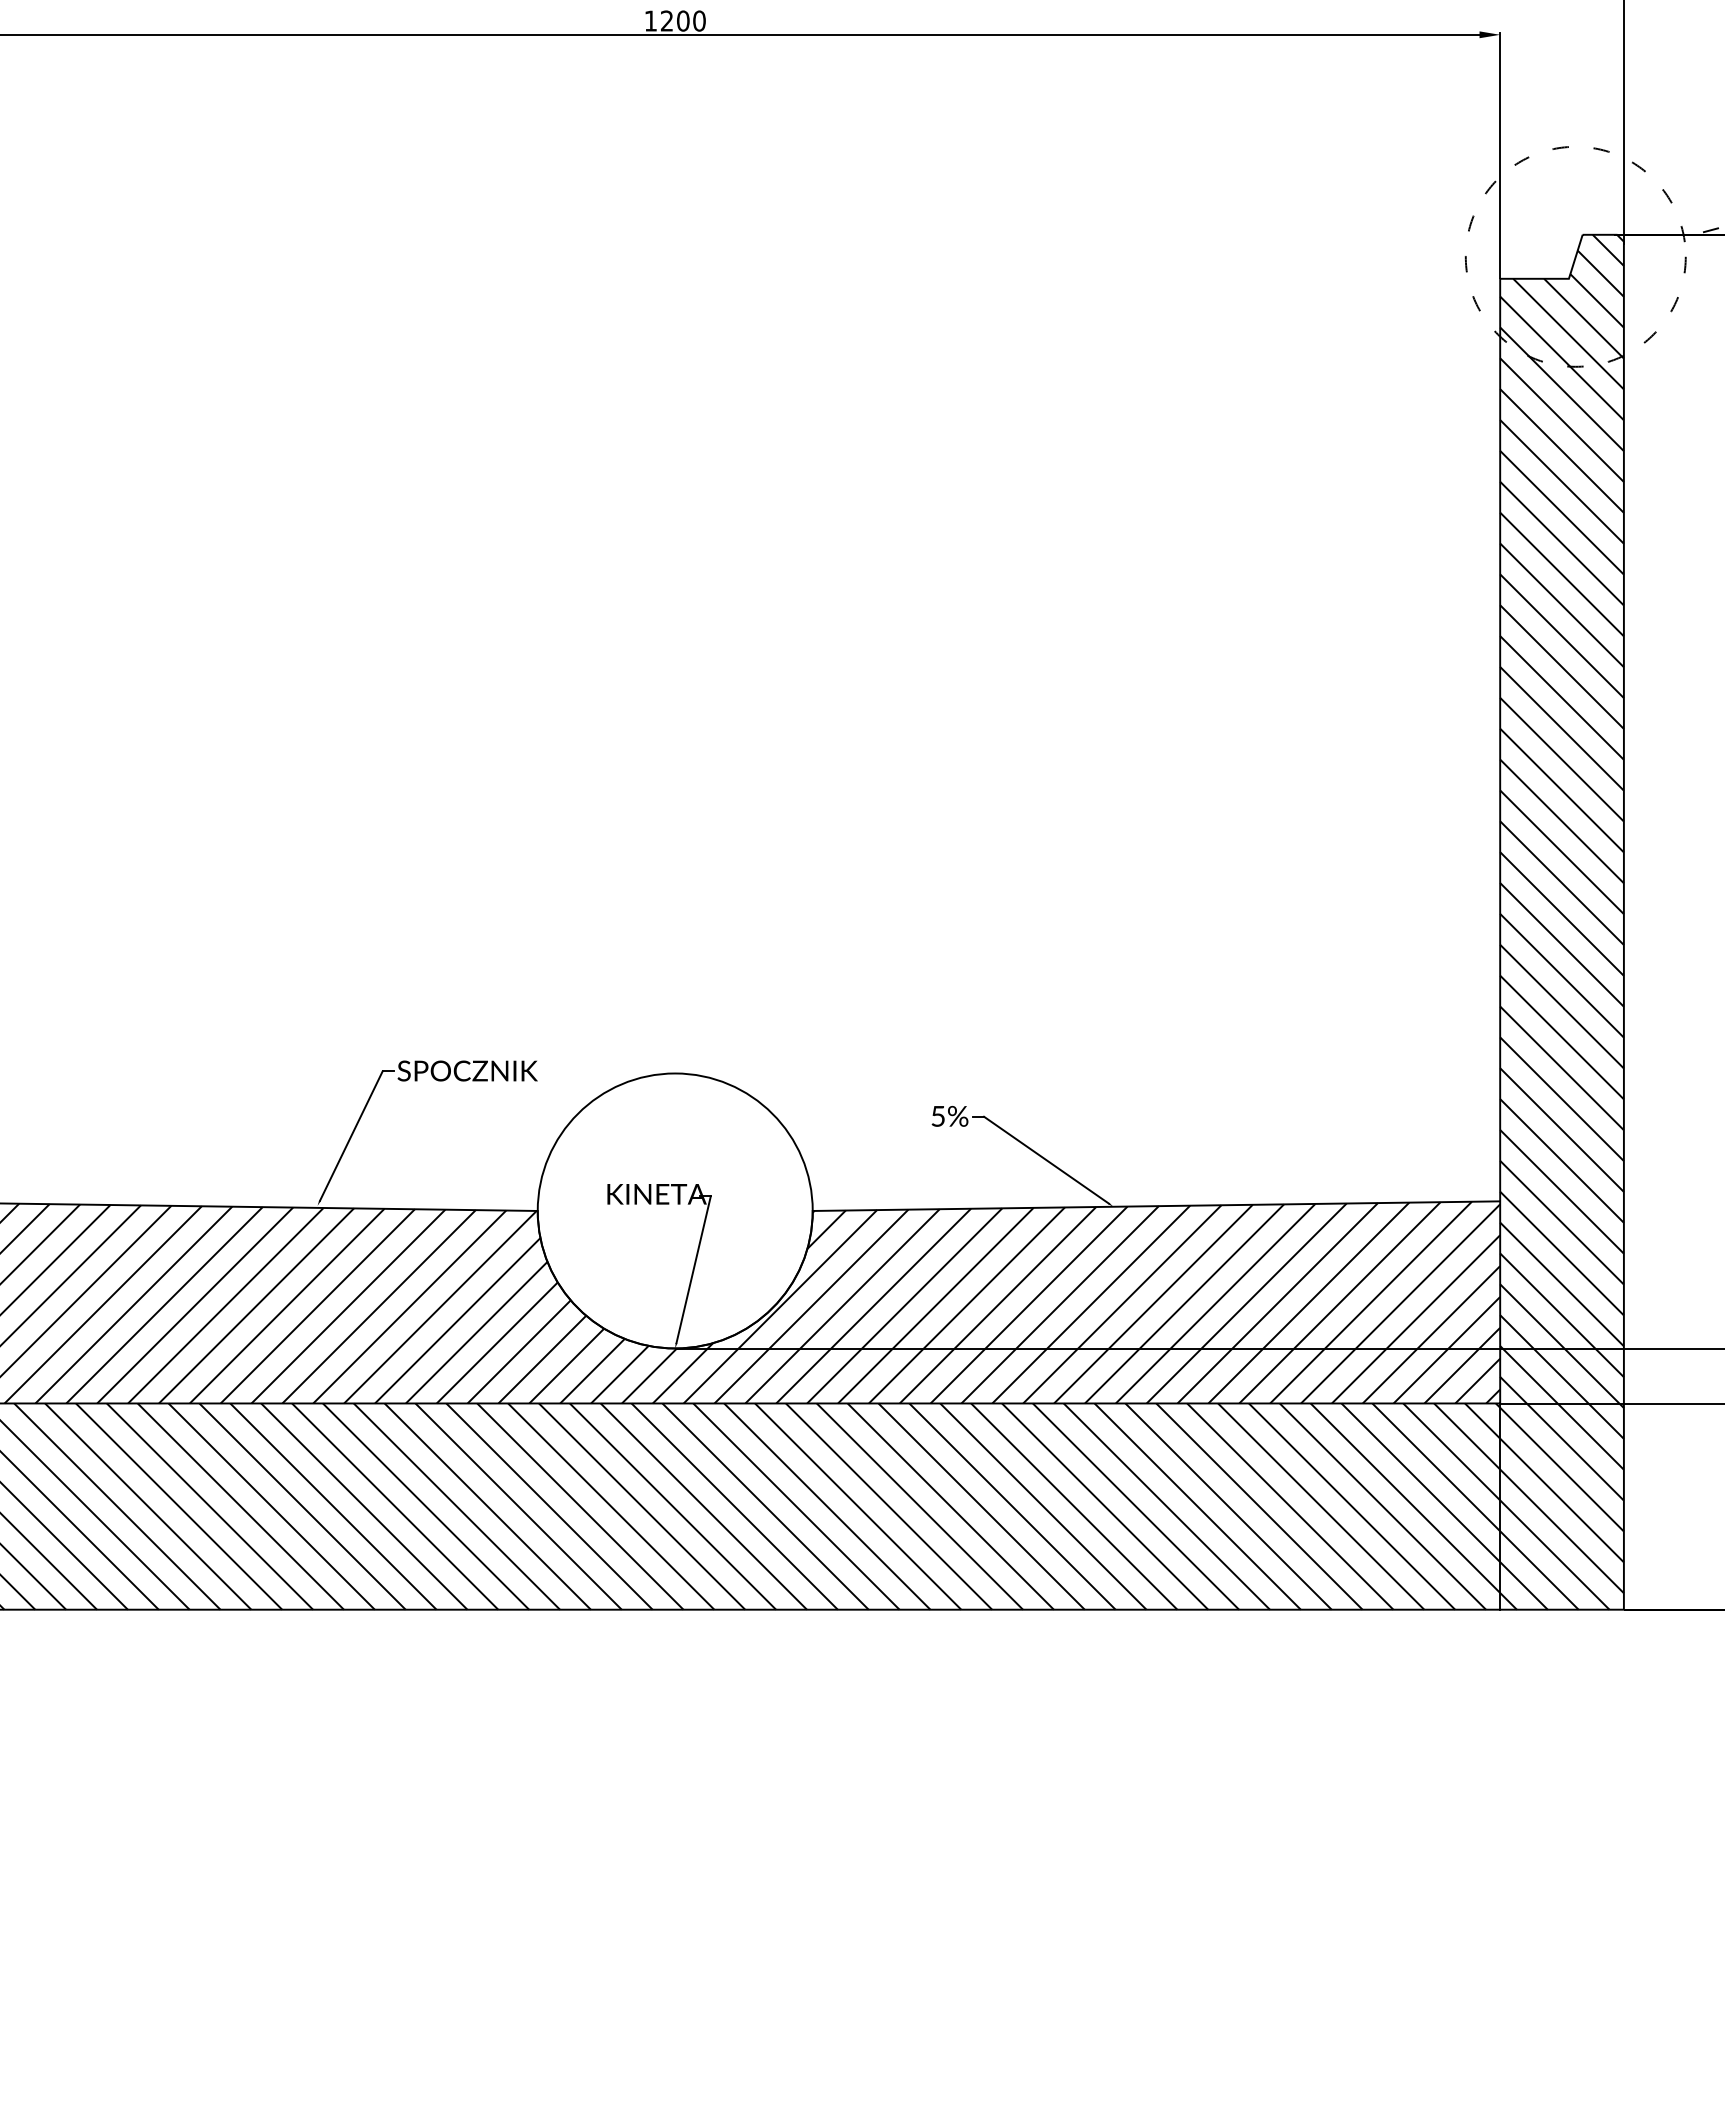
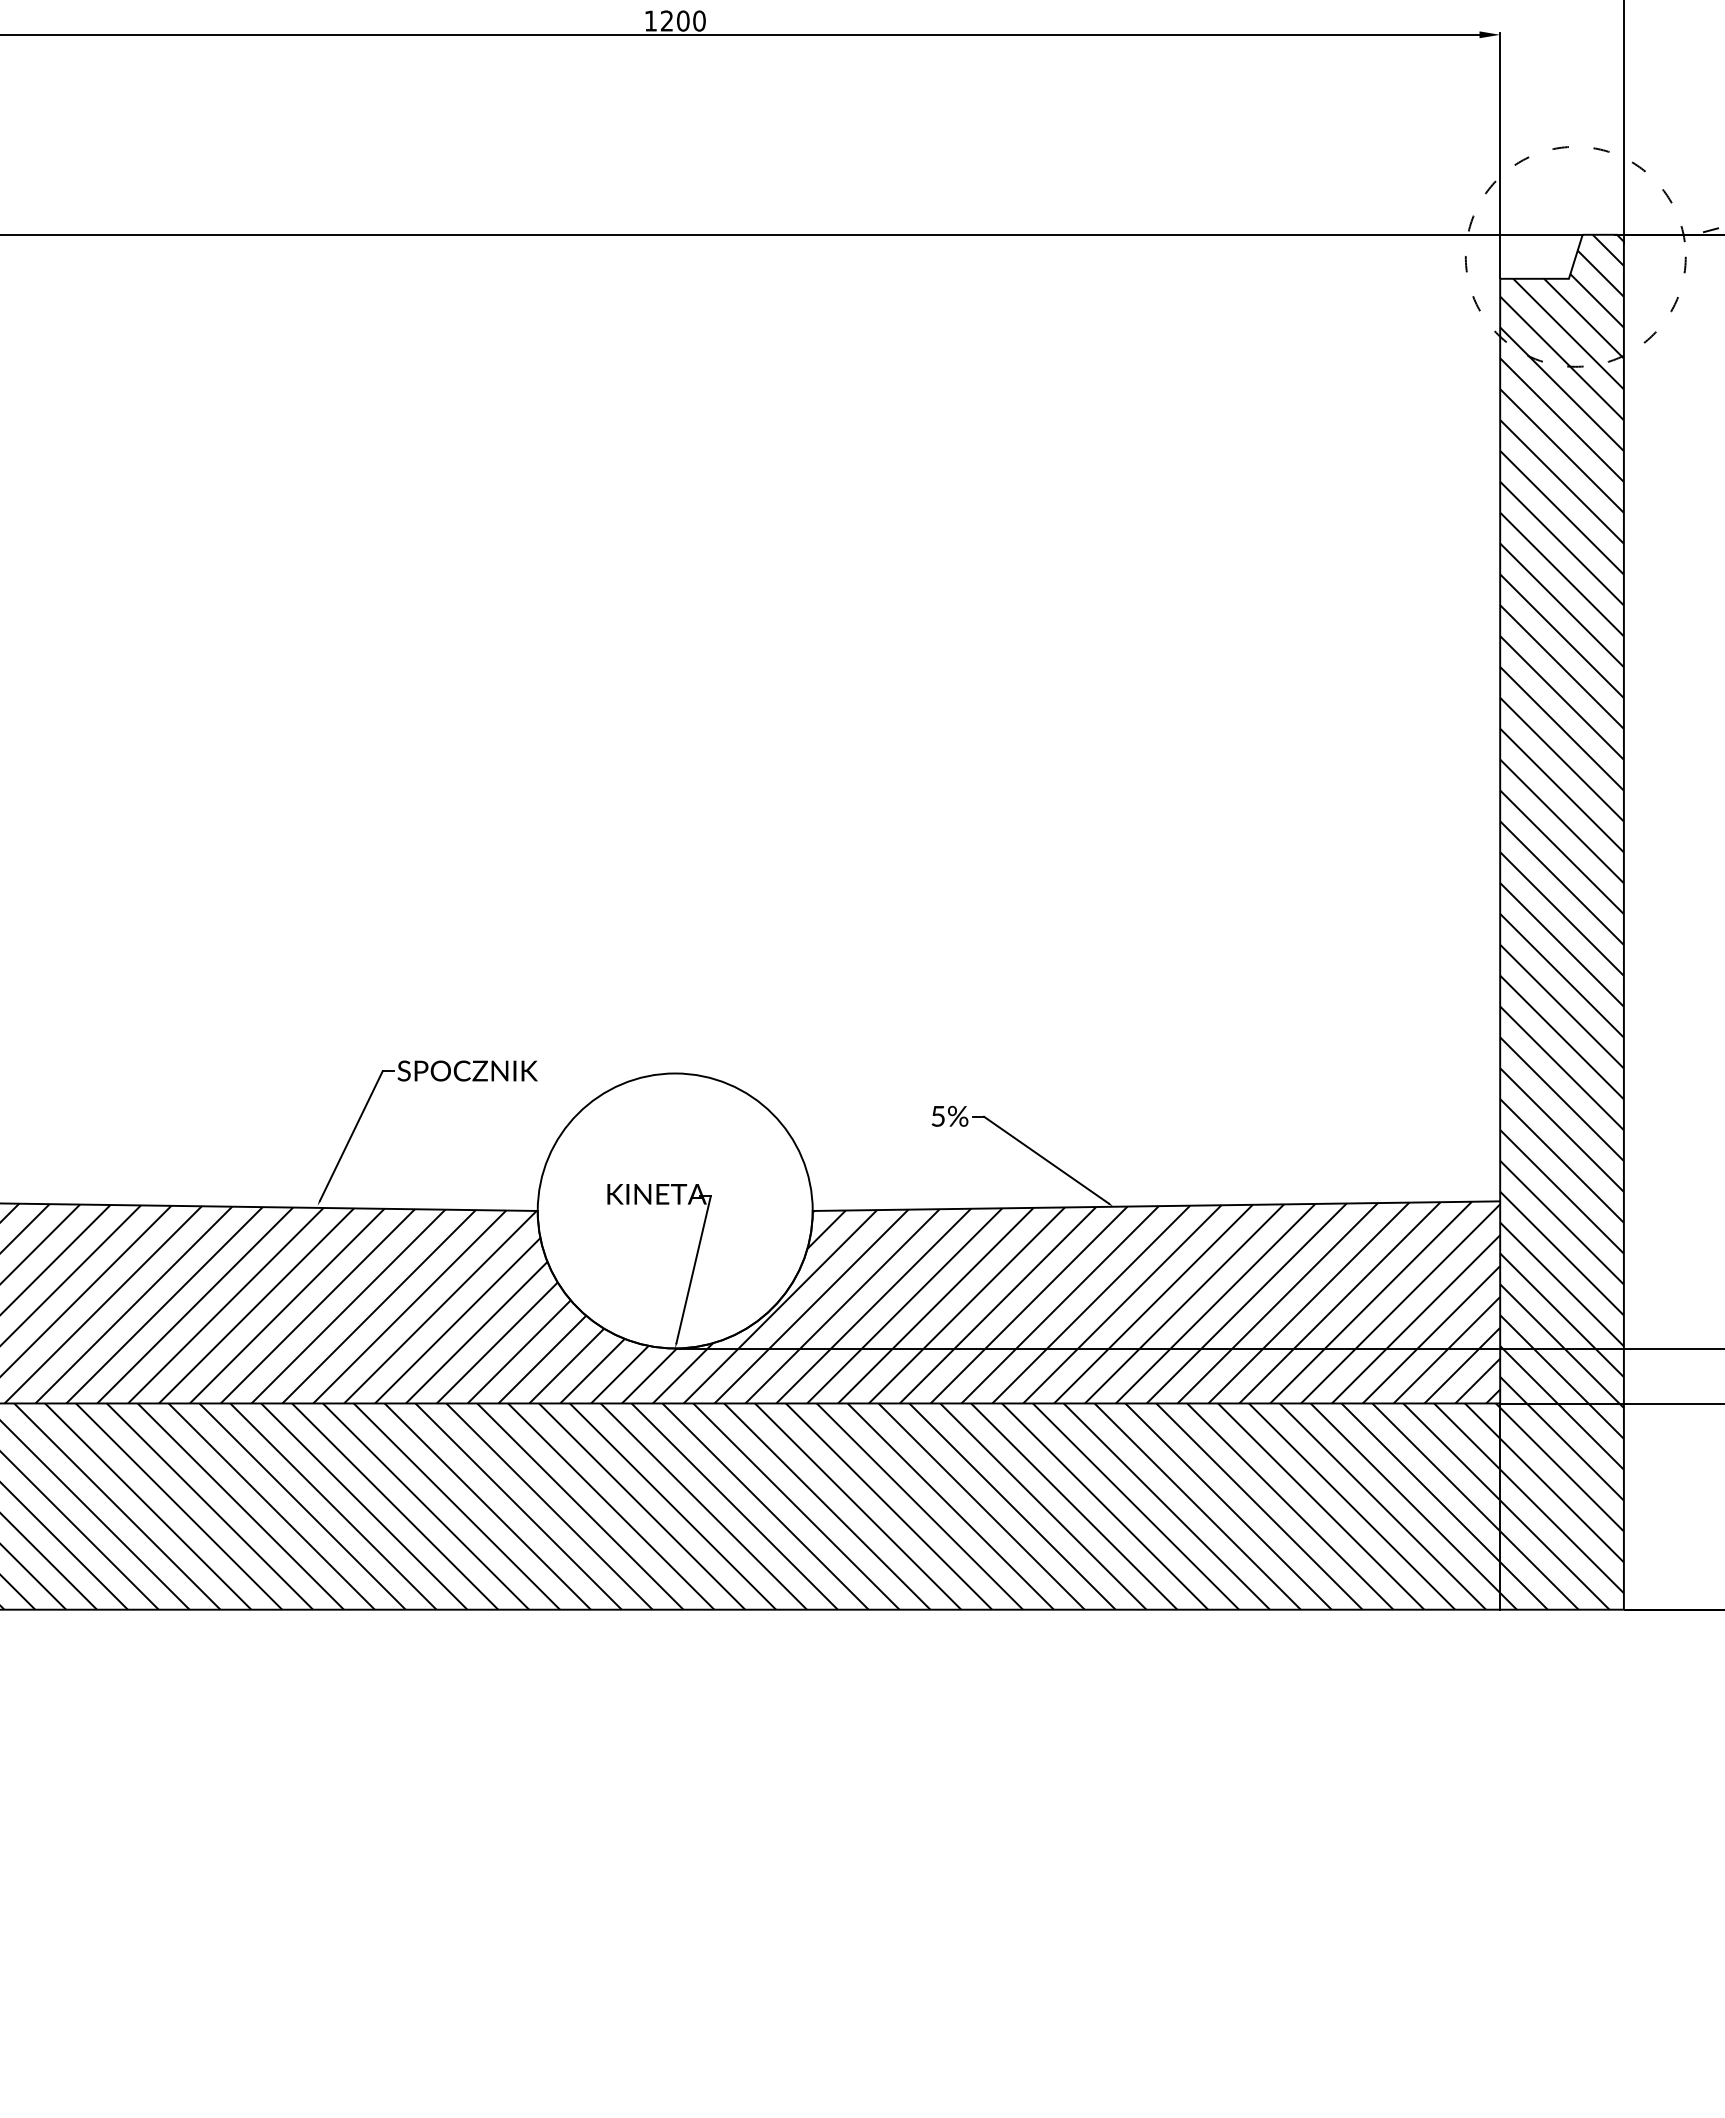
line at (792, 234): none -> present
